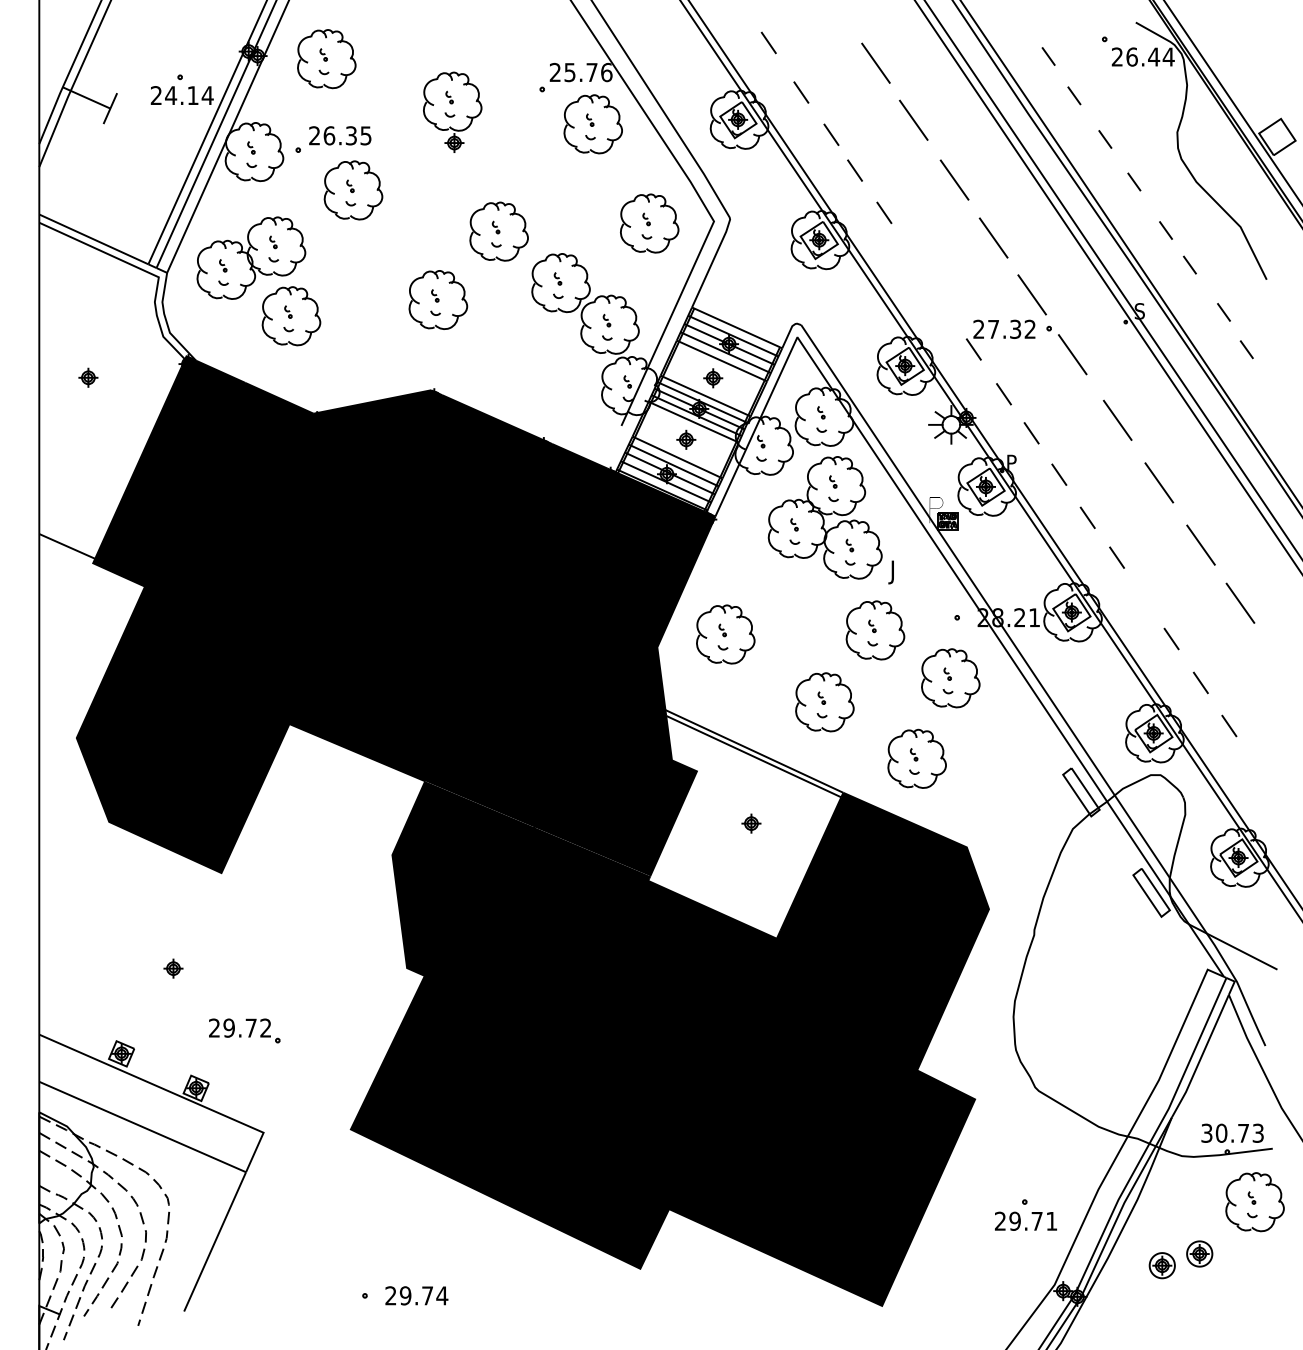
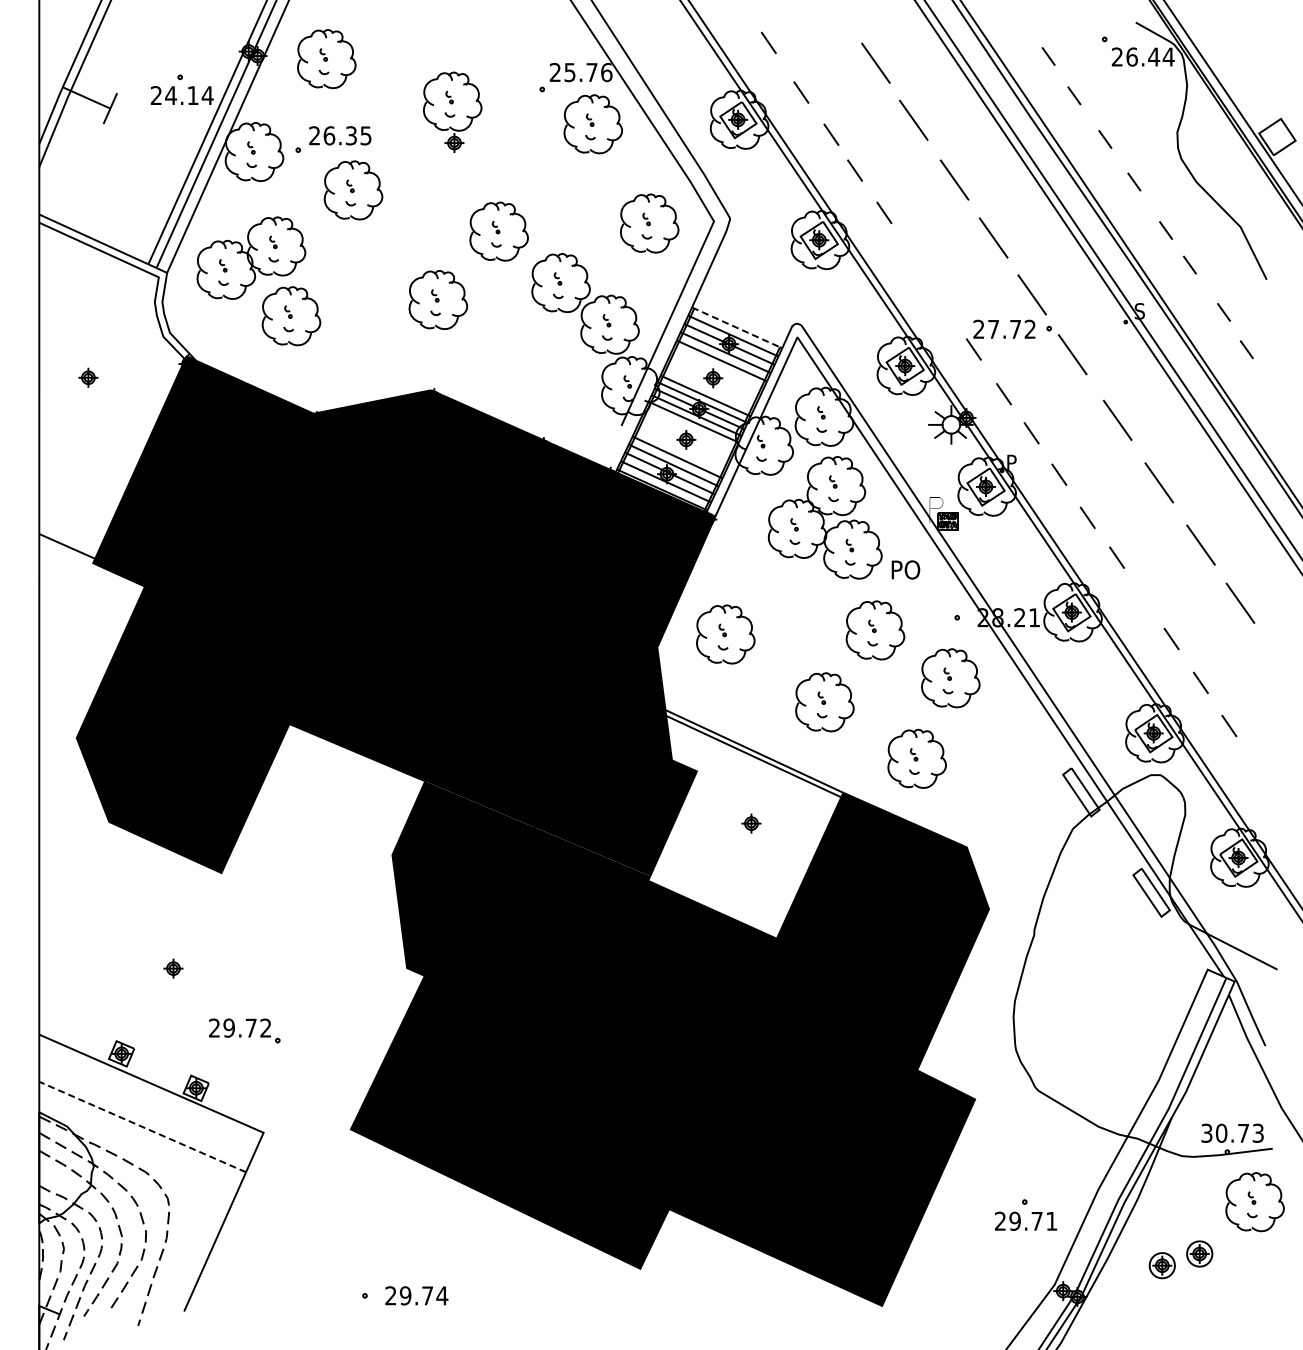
line at (736, 327): solid -> dashed
text at (1015, 328): 27.32 -> 27.72
text at (904, 572): J -> PO
line at (142, 1127): solid -> dashed
